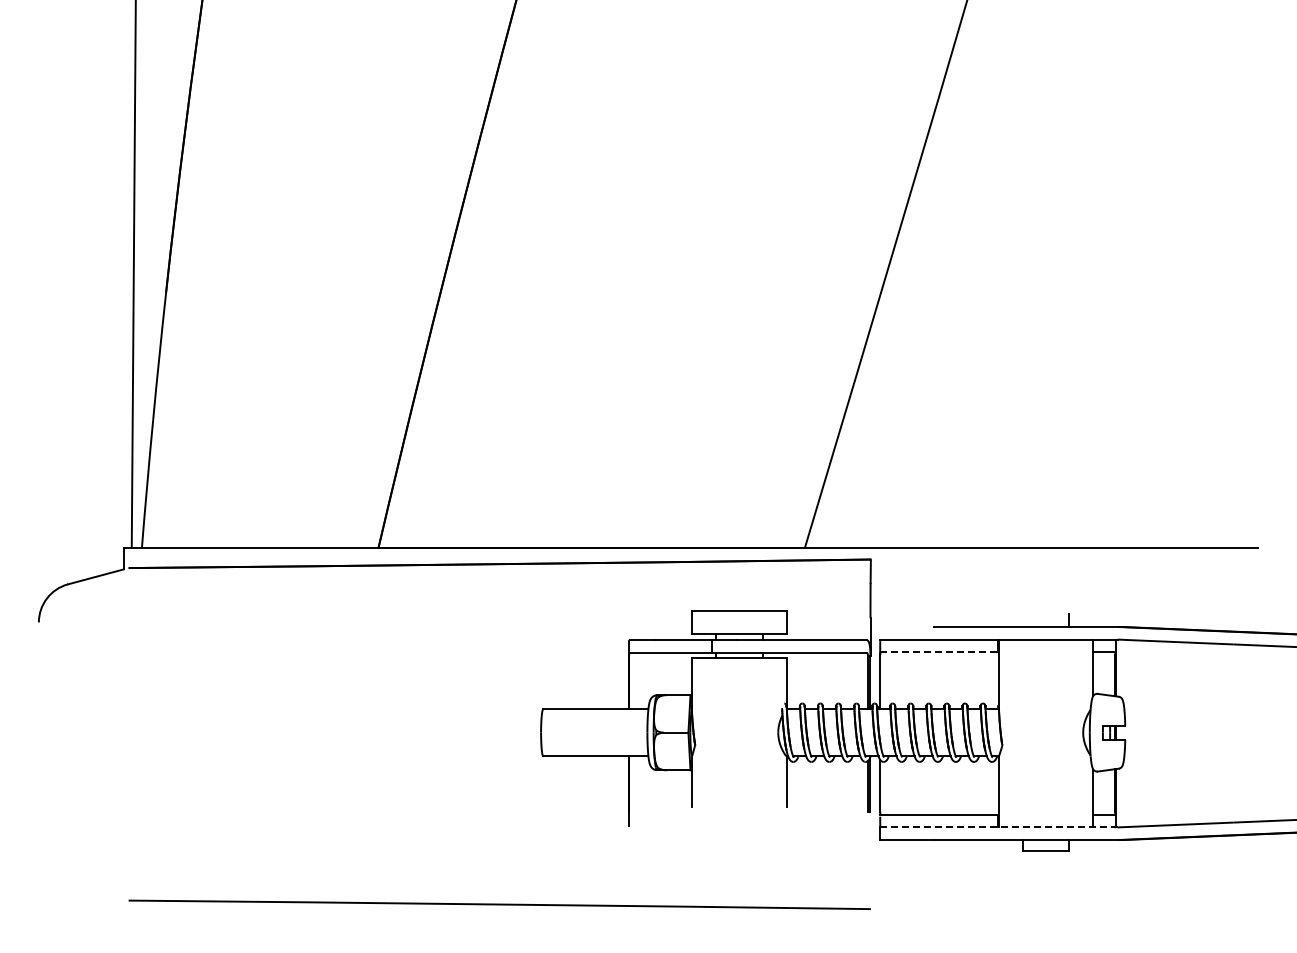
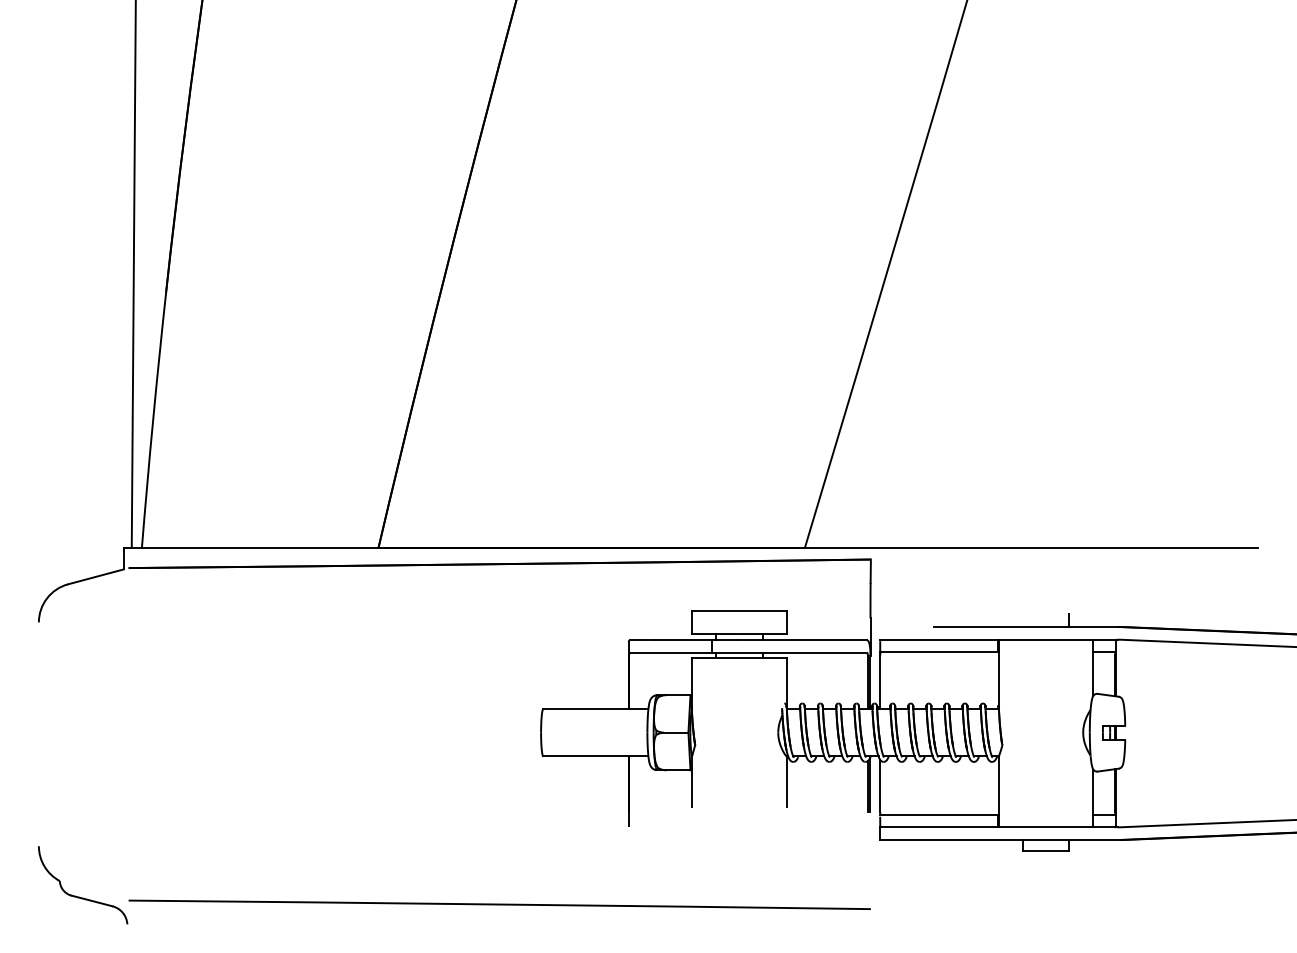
line at (940, 652): dashed -> solid
line at (998, 827): dashed -> solid
part at (79, 896): none -> present
